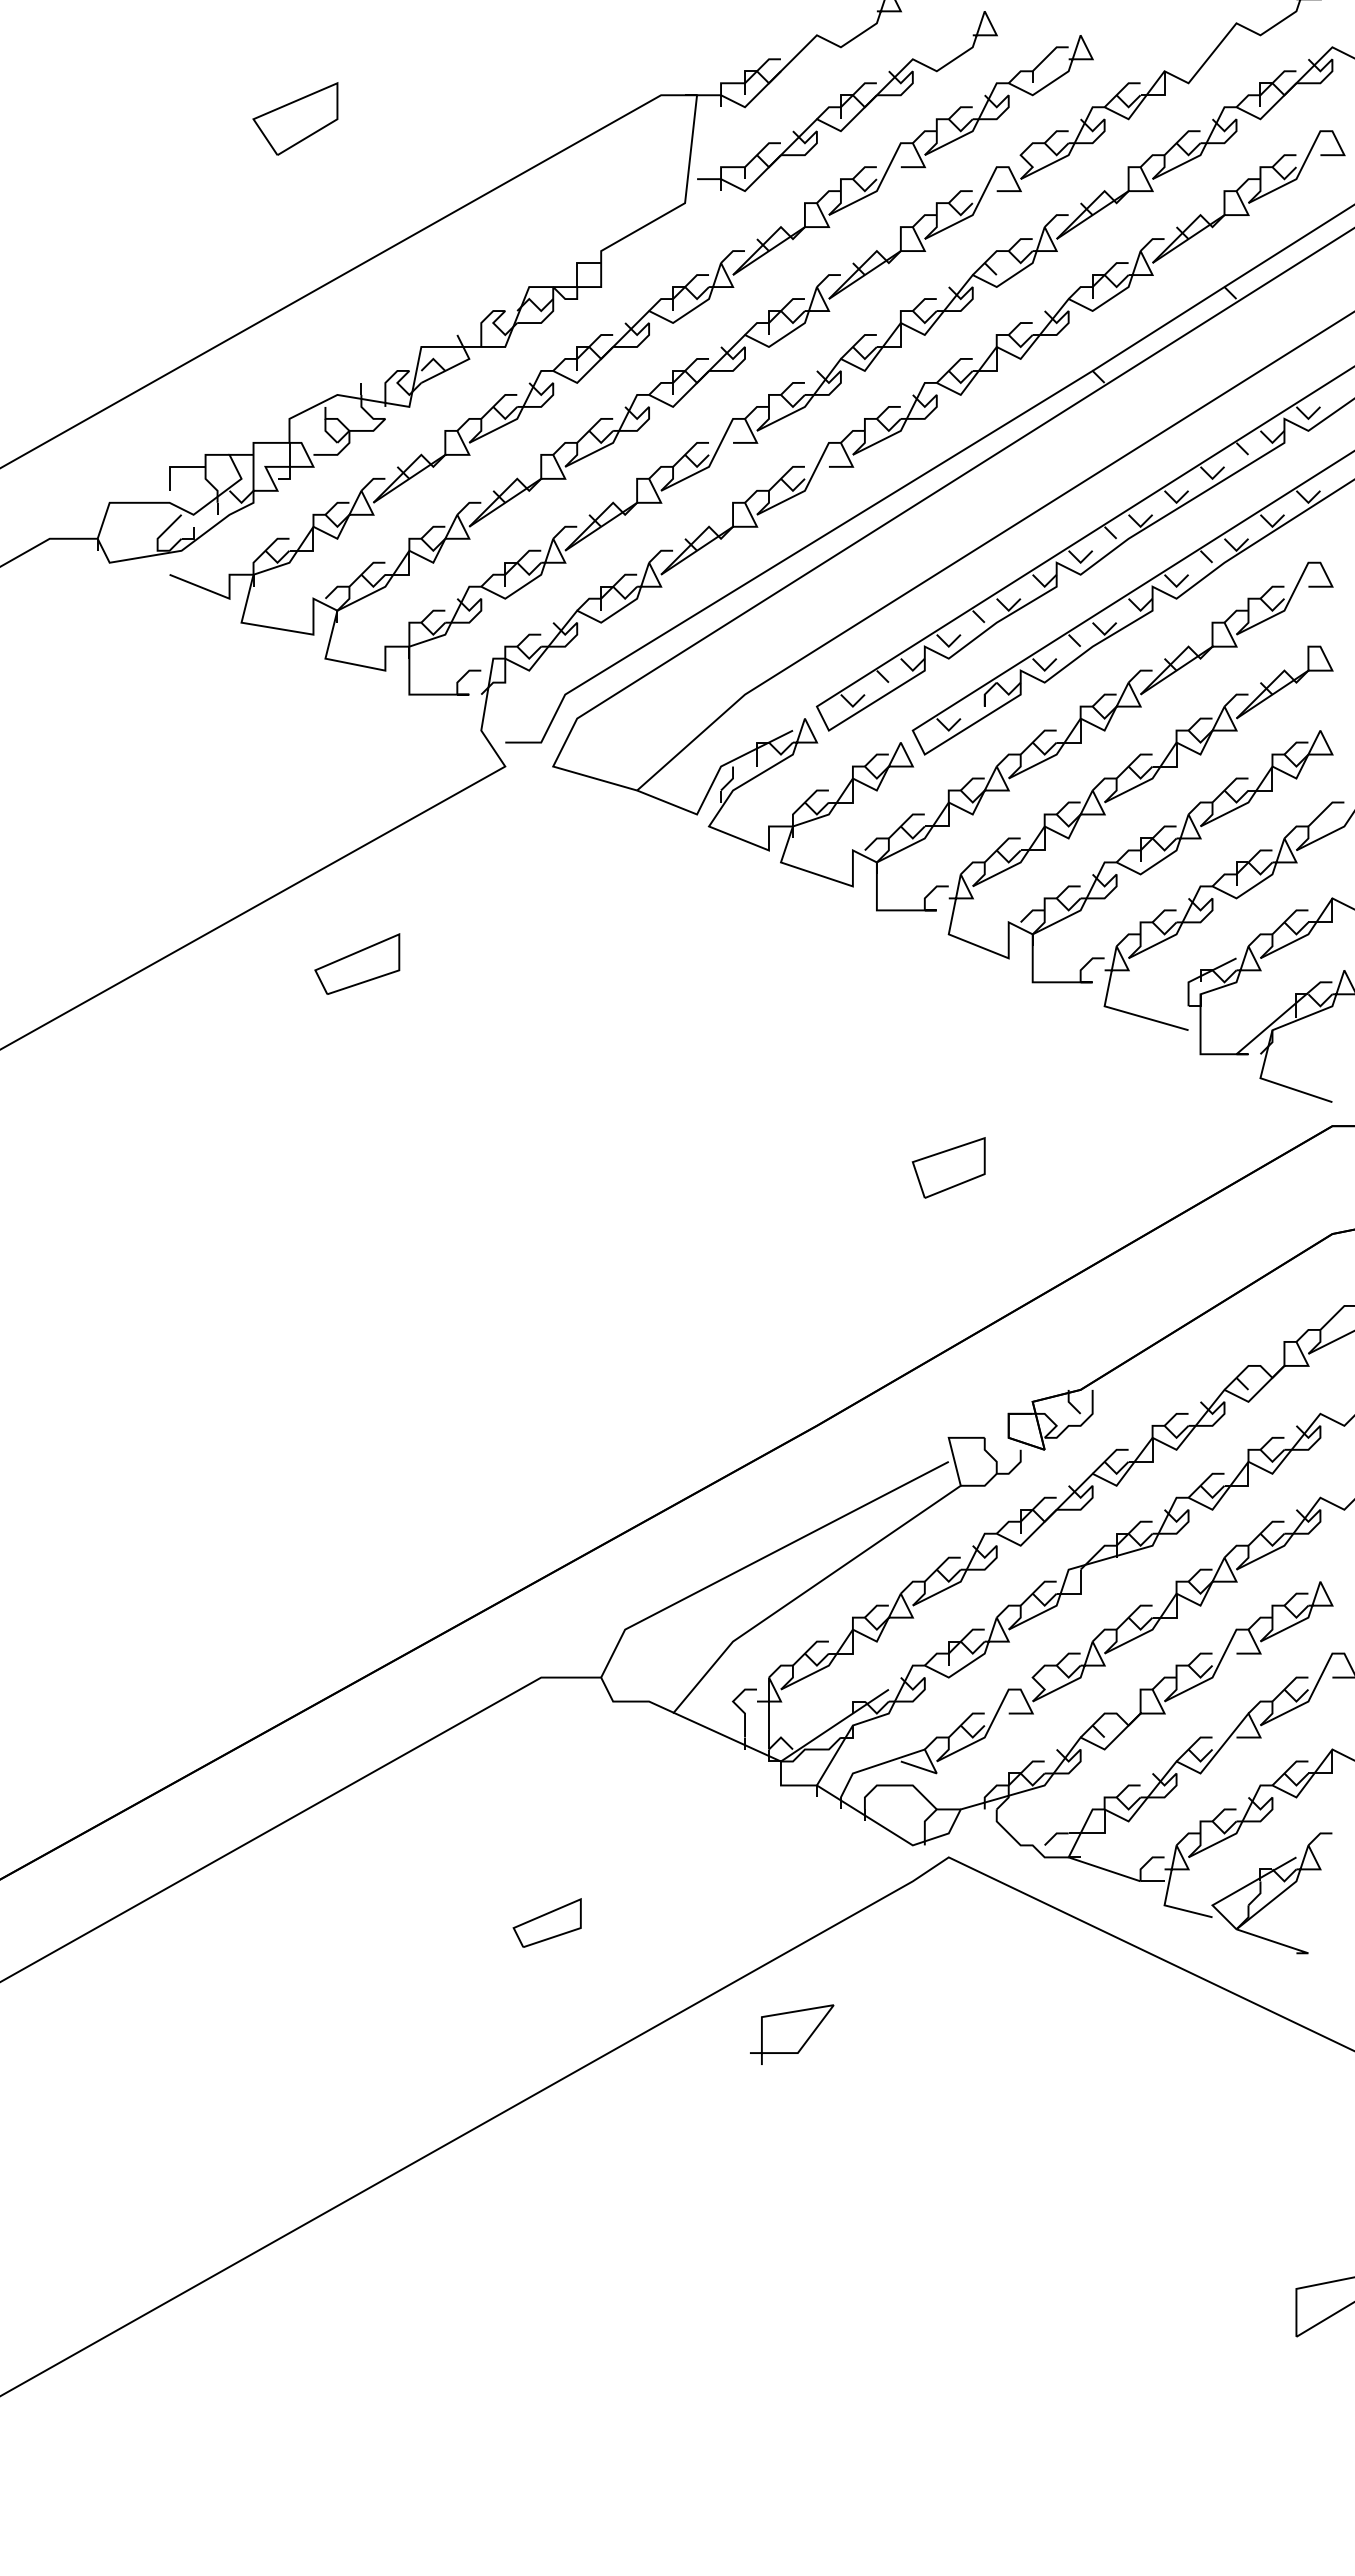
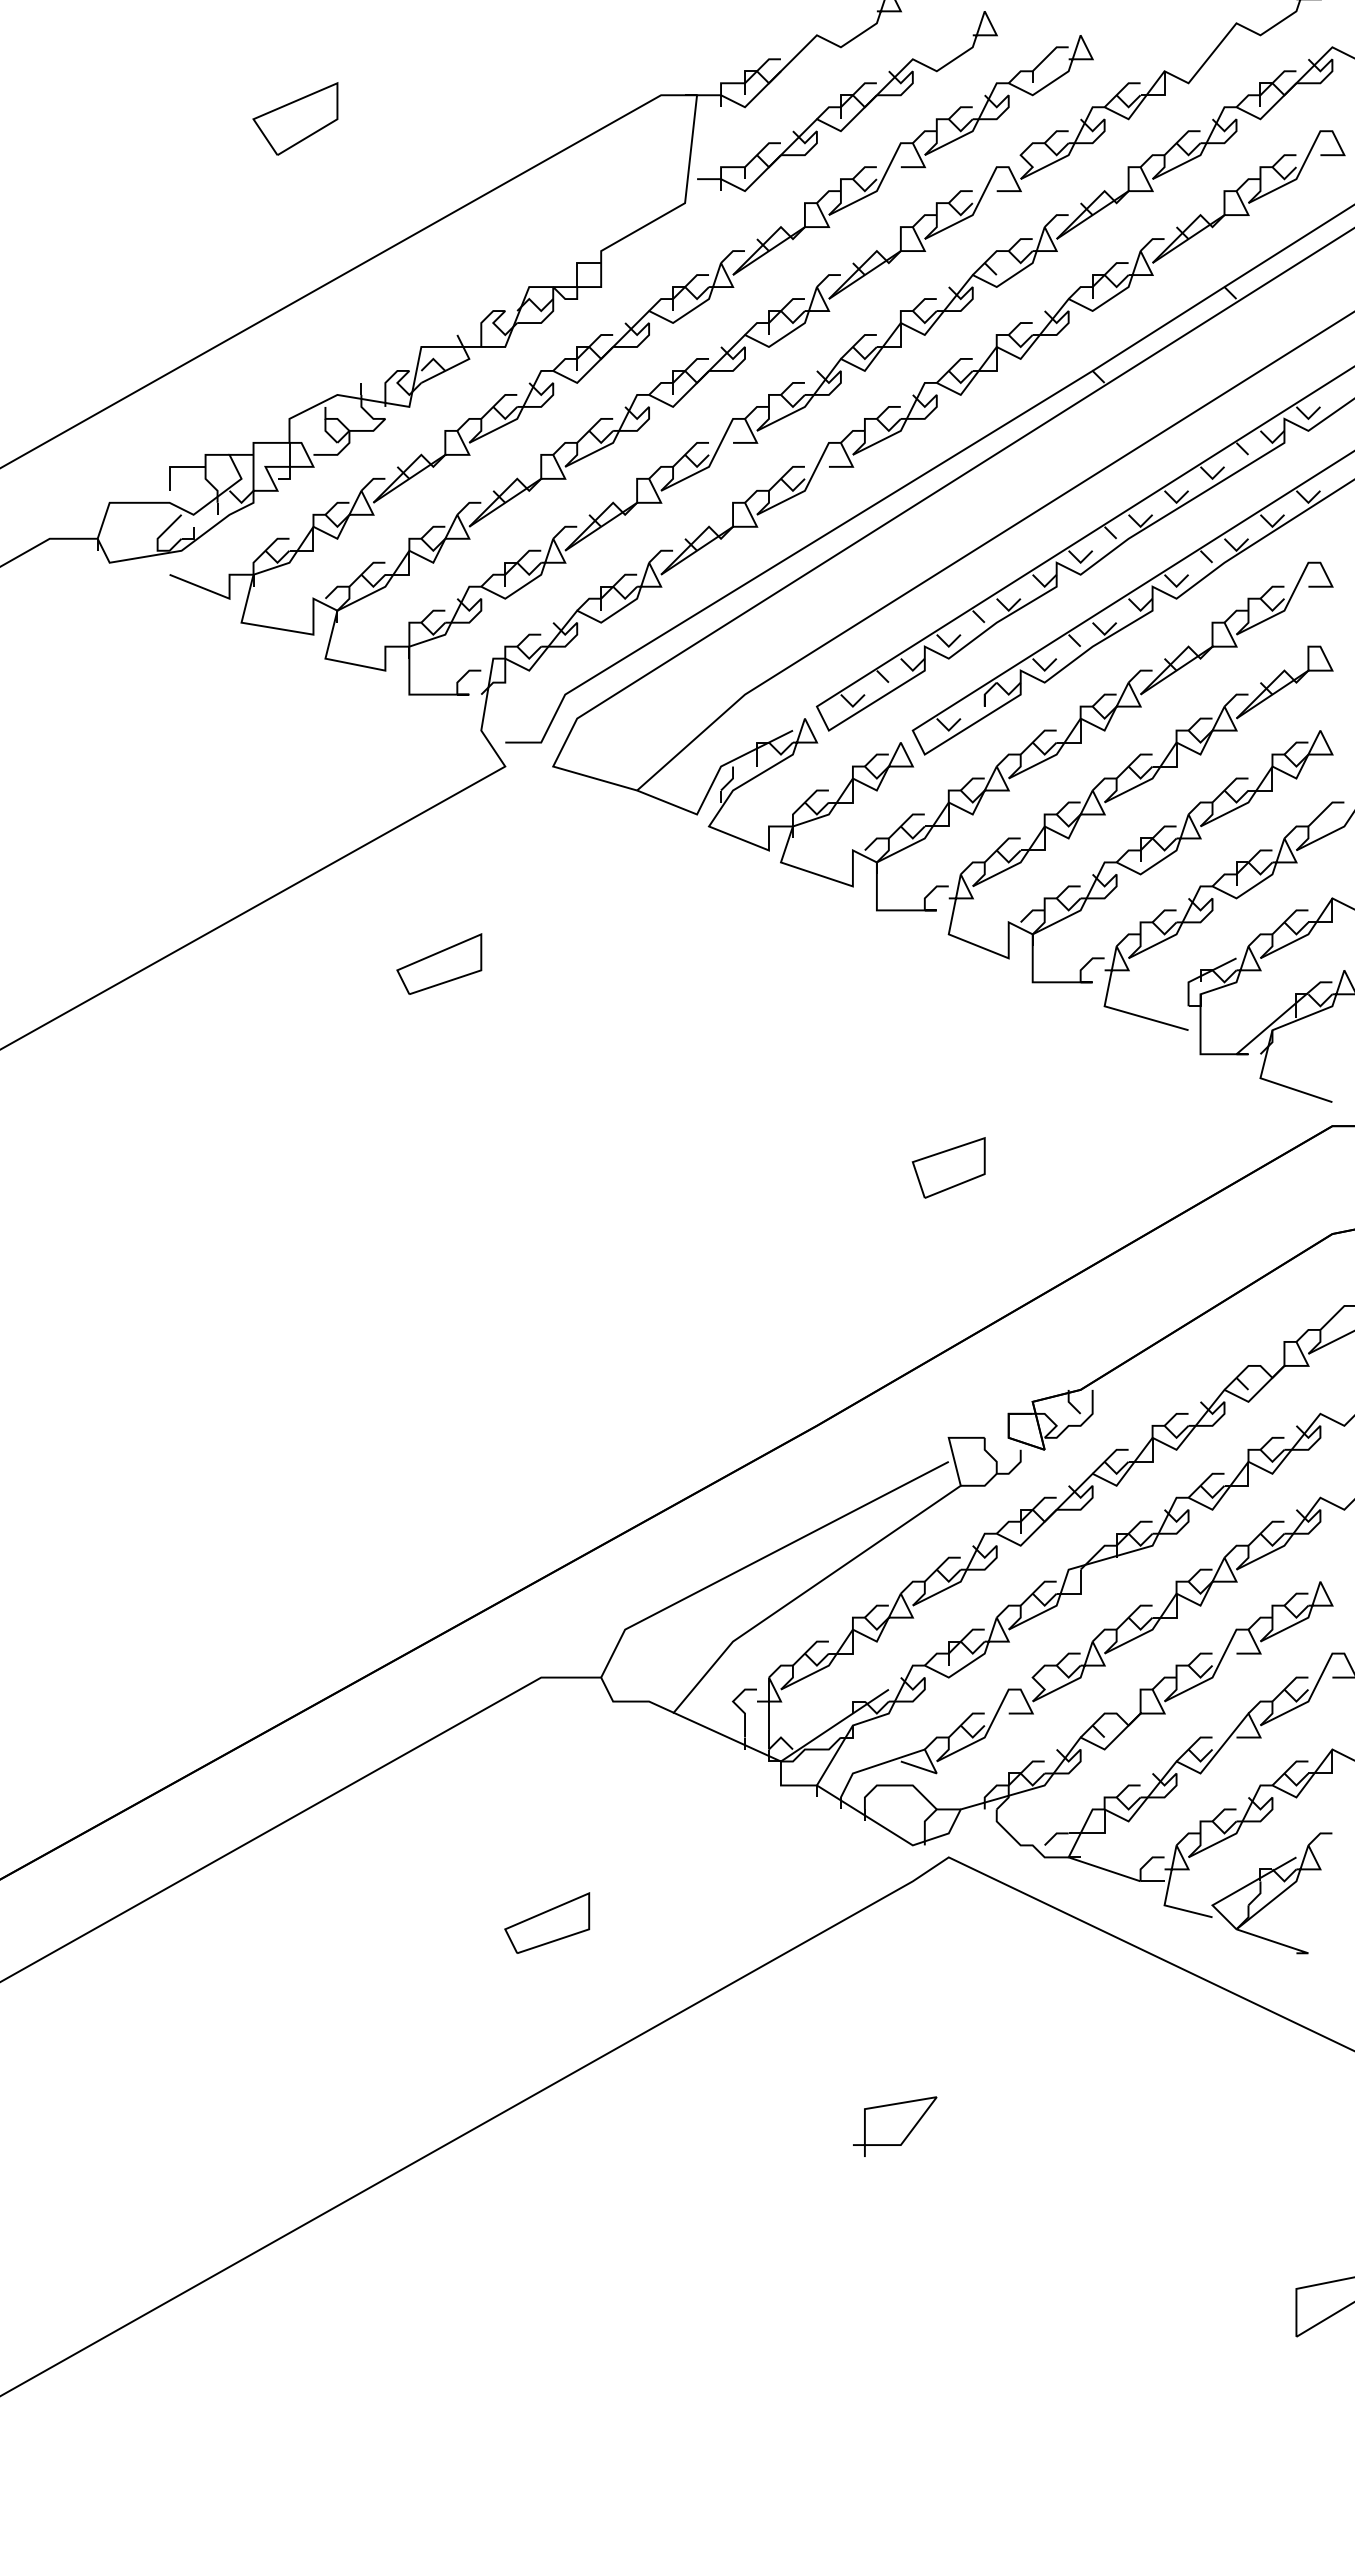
part at (357, 963) position: (357, 963) -> (439, 963)
part at (546, 1922) size: 70x50 px -> 87x62 px
line at (803, 2043) position: (803, 2043) -> (906, 2135)
